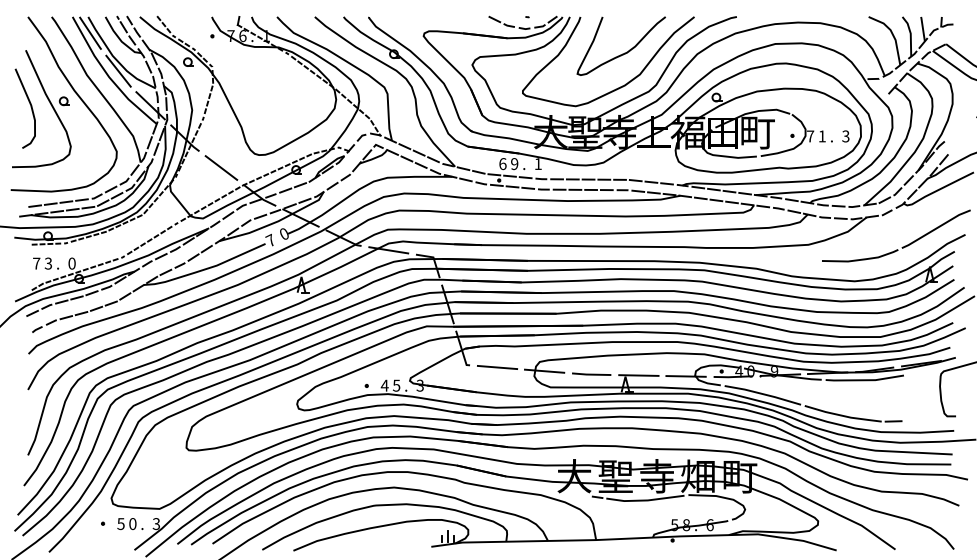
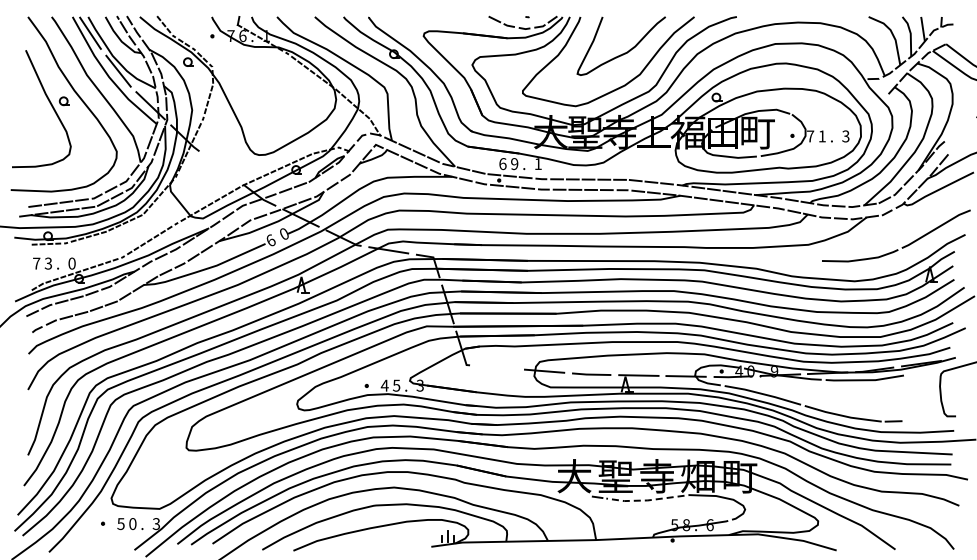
curve at (30, 107): present -> none
line at (221, 167): present -> none
text at (270, 239): 7 -> 6
line at (497, 367): present -> none
line at (644, 500): solid -> dashed
